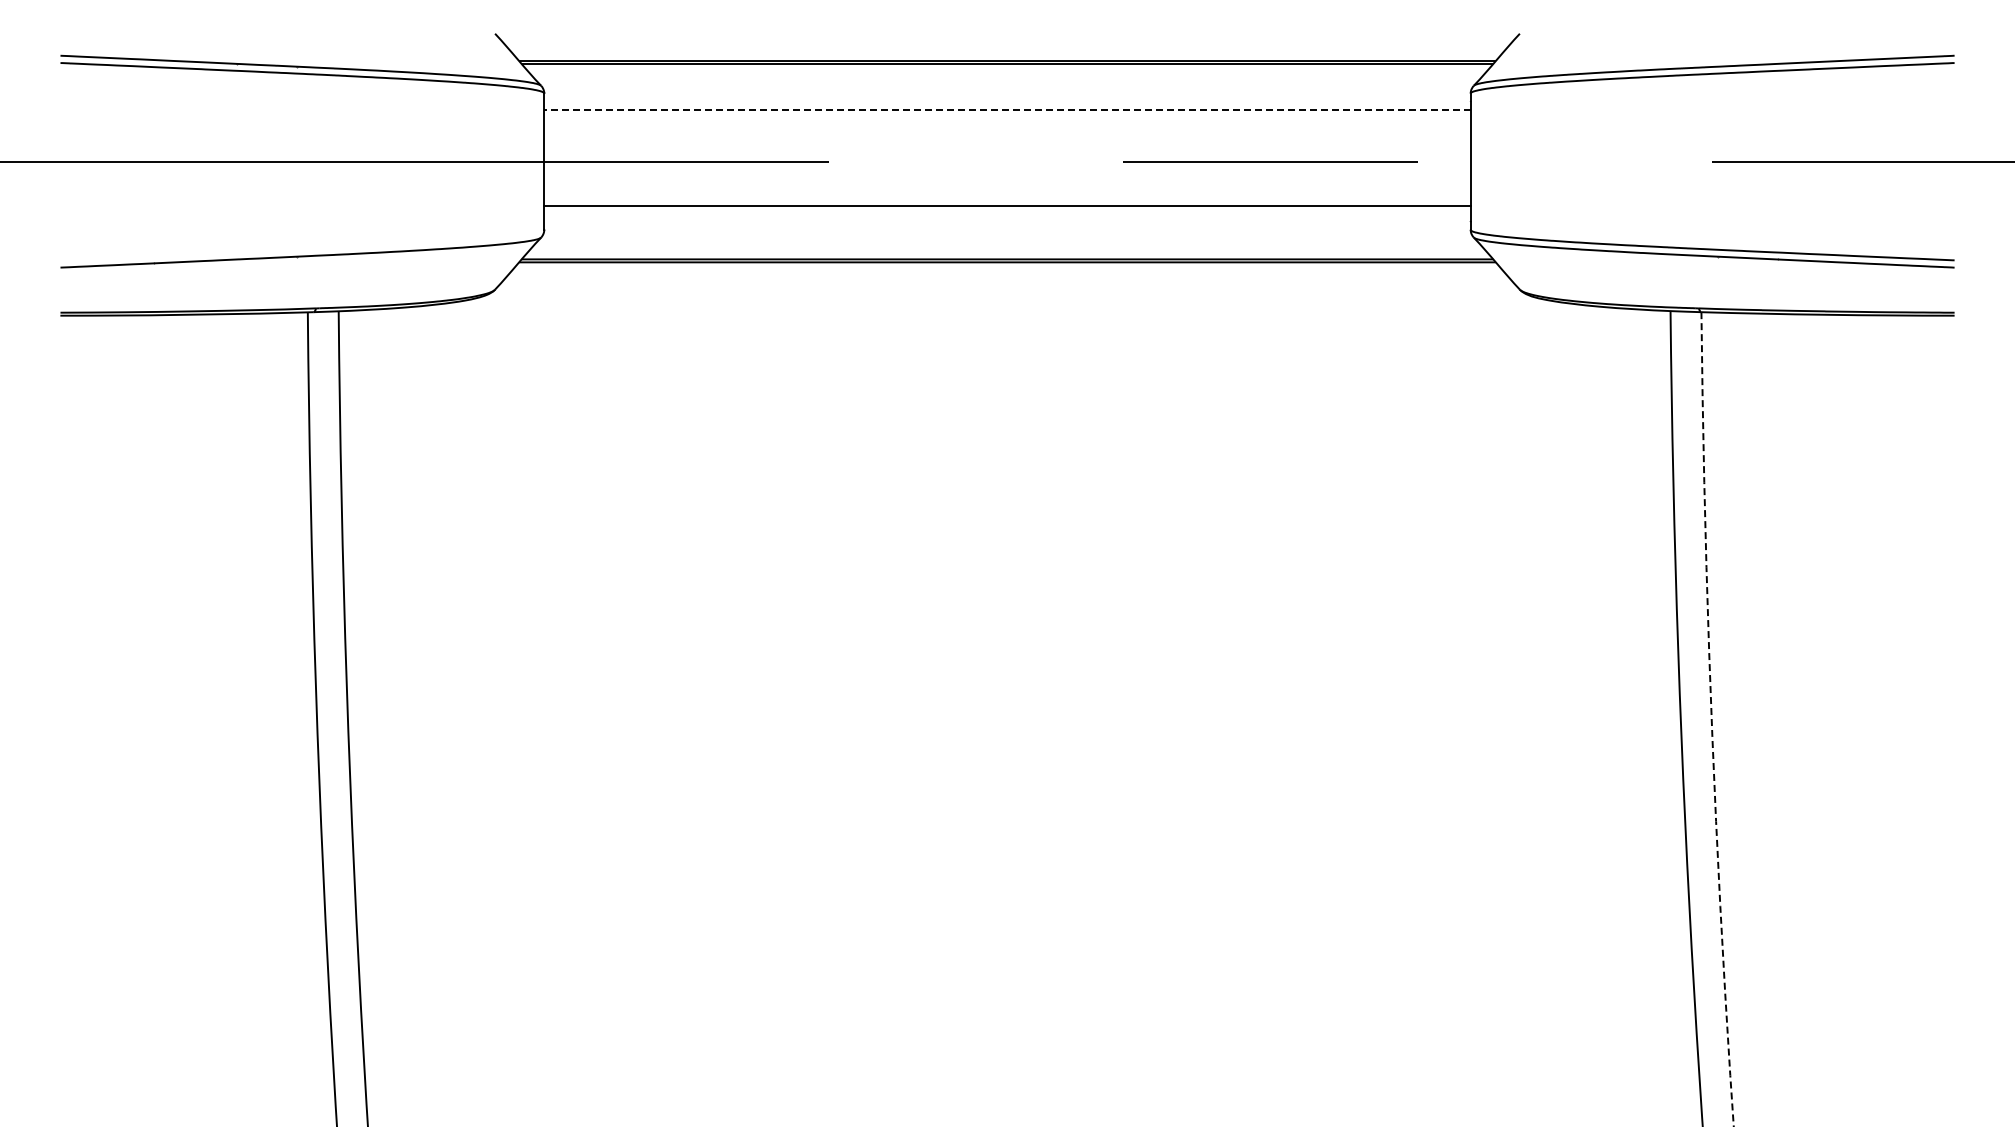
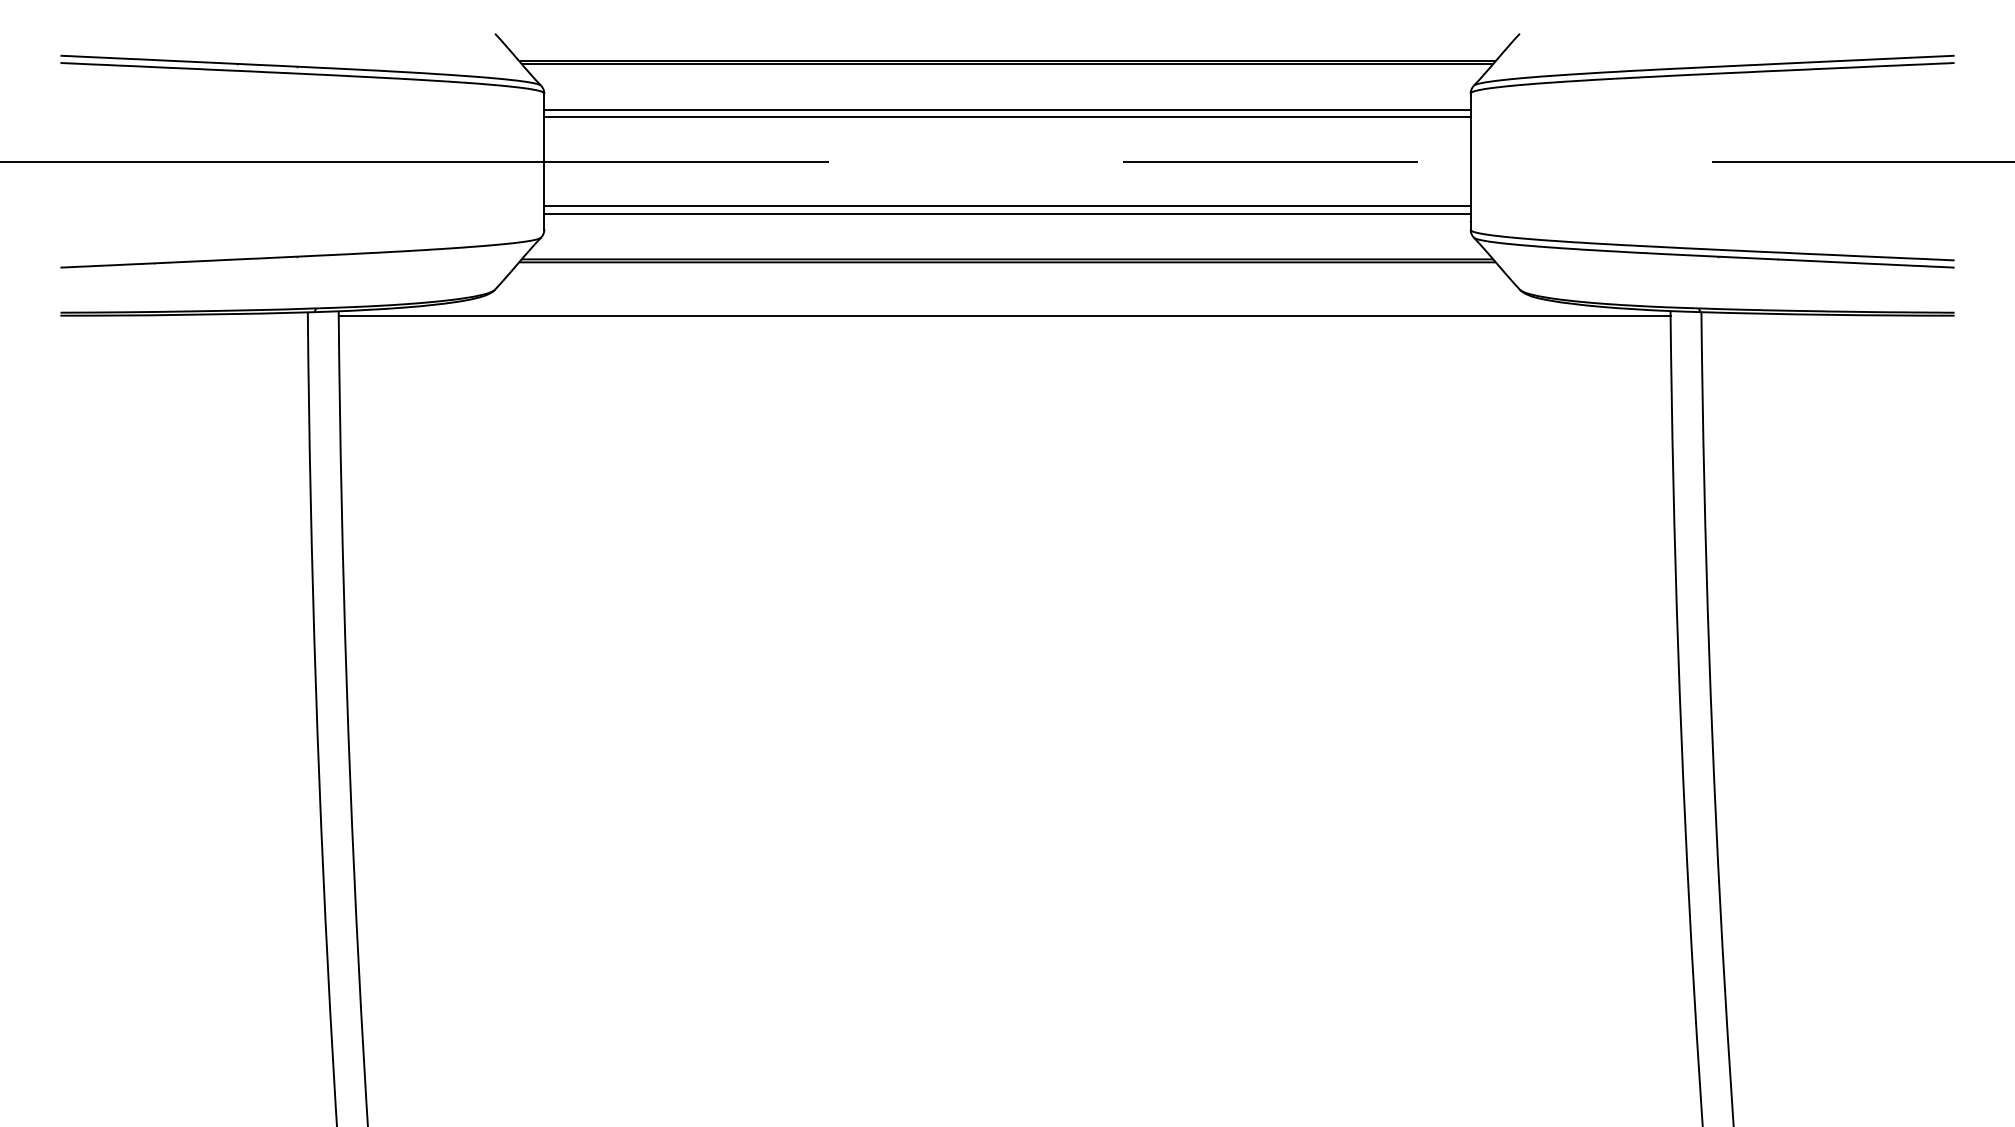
line at (1007, 109): dashed -> solid
line at (1007, 117): none -> present
line at (1007, 213): none -> present
line at (1004, 315): none -> present
arc at (1711, 719): dashed -> solid
